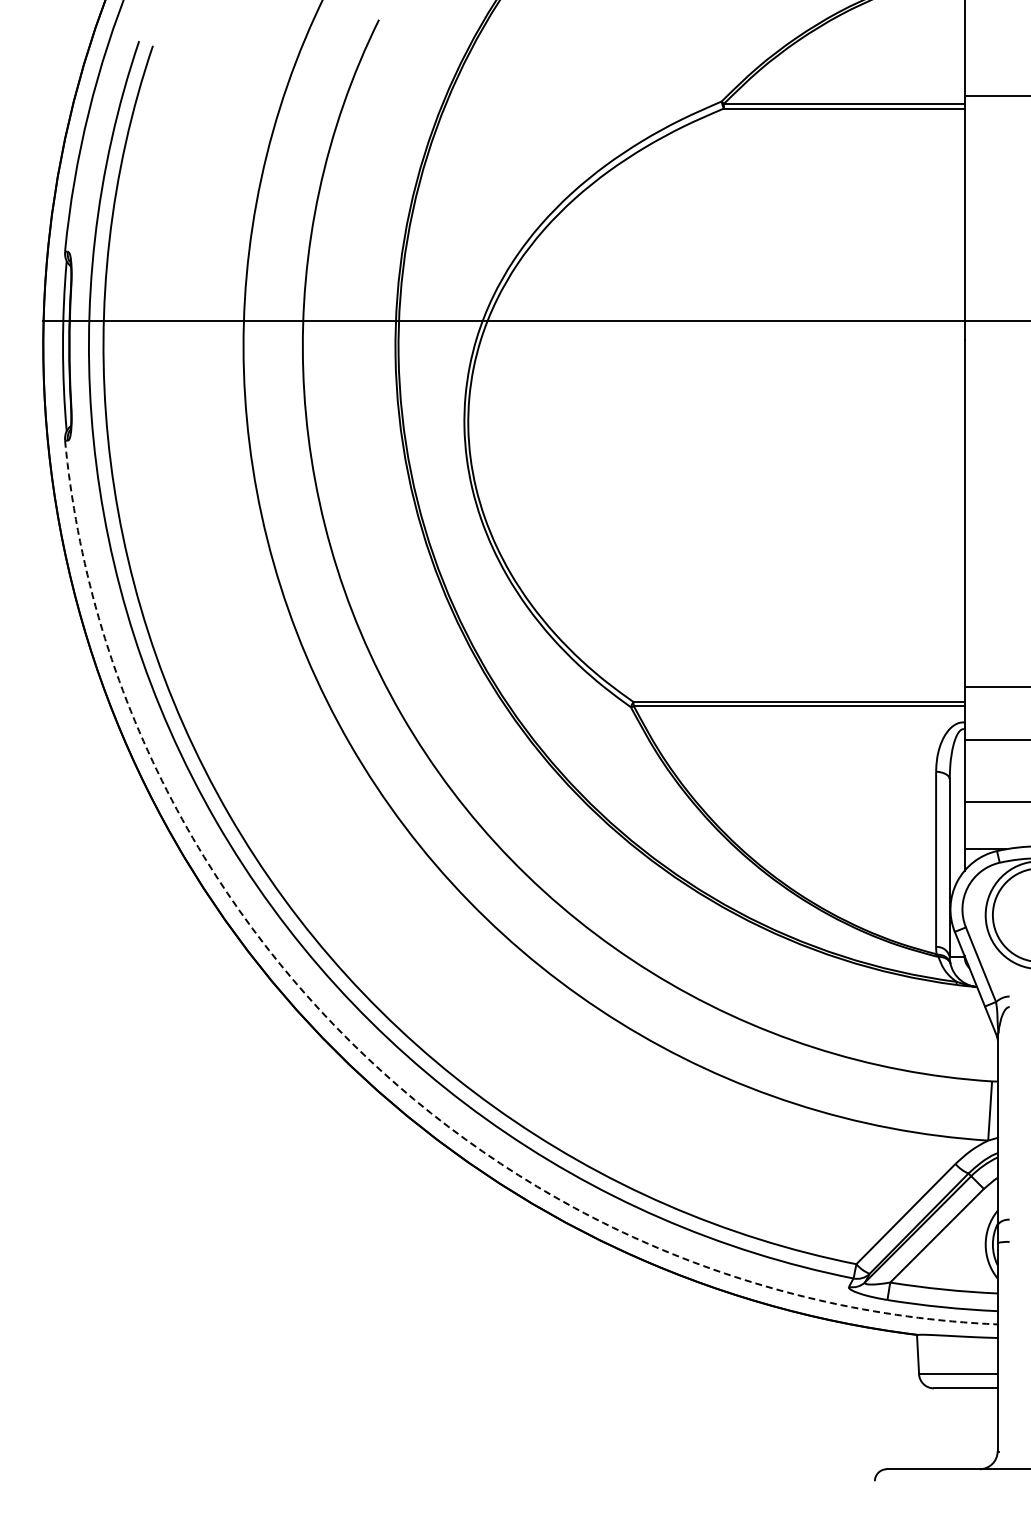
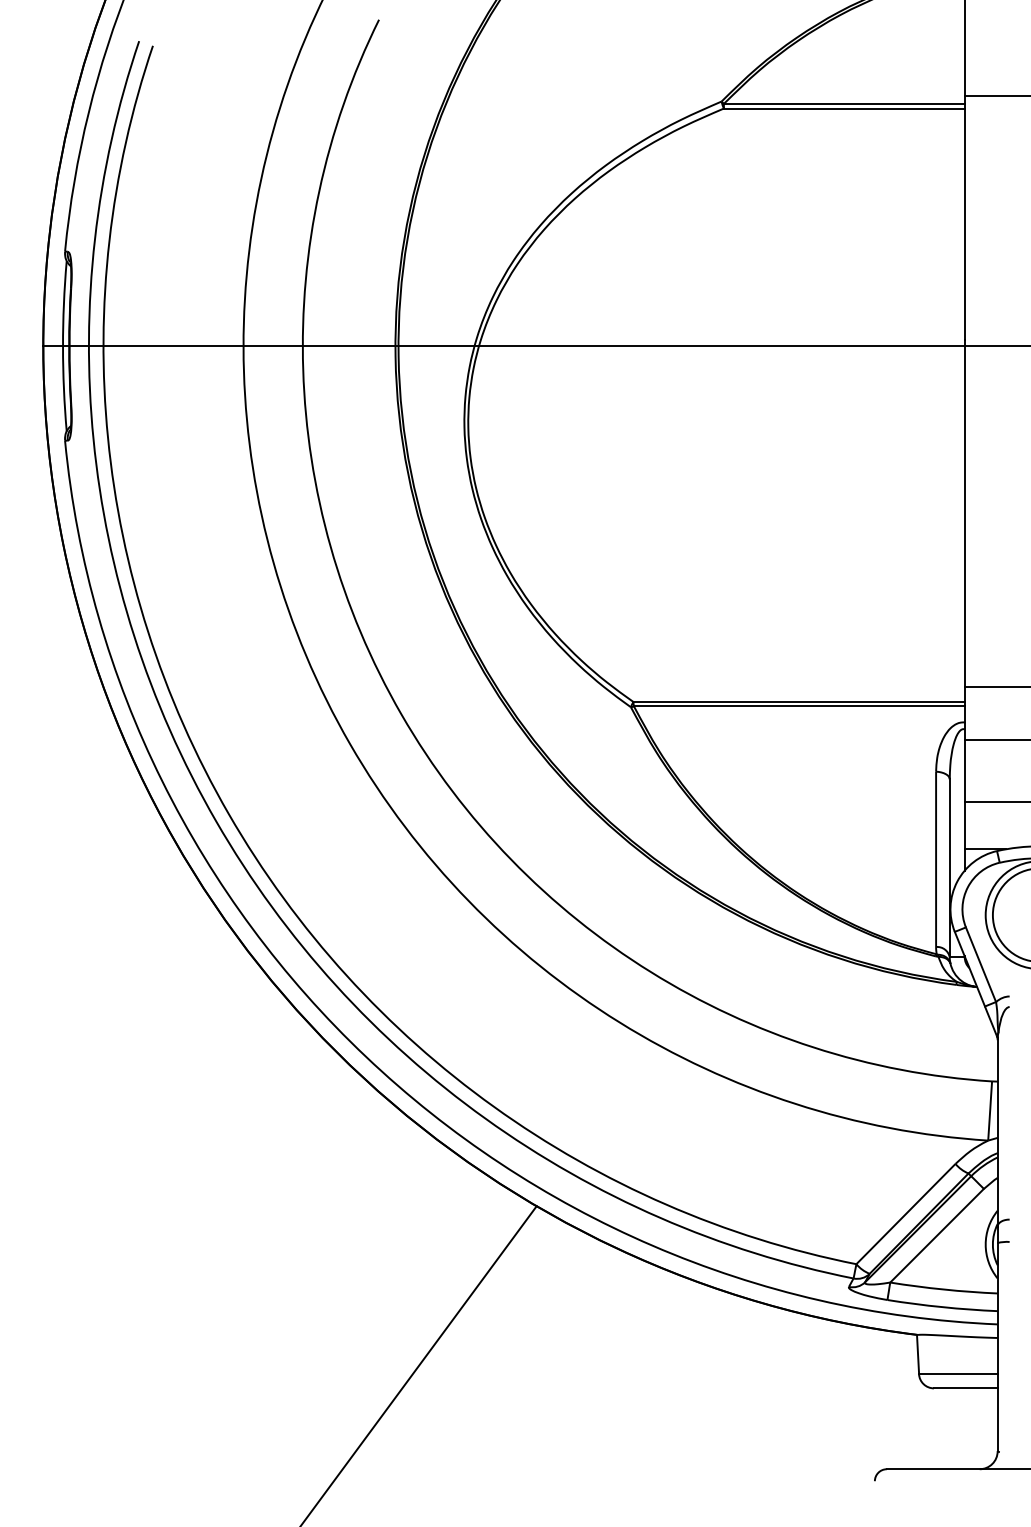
line at (535, 321) position: (535, 321) -> (535, 346)
arc at (366, 1056): dashed -> solid
line at (419, 1364): none -> present
